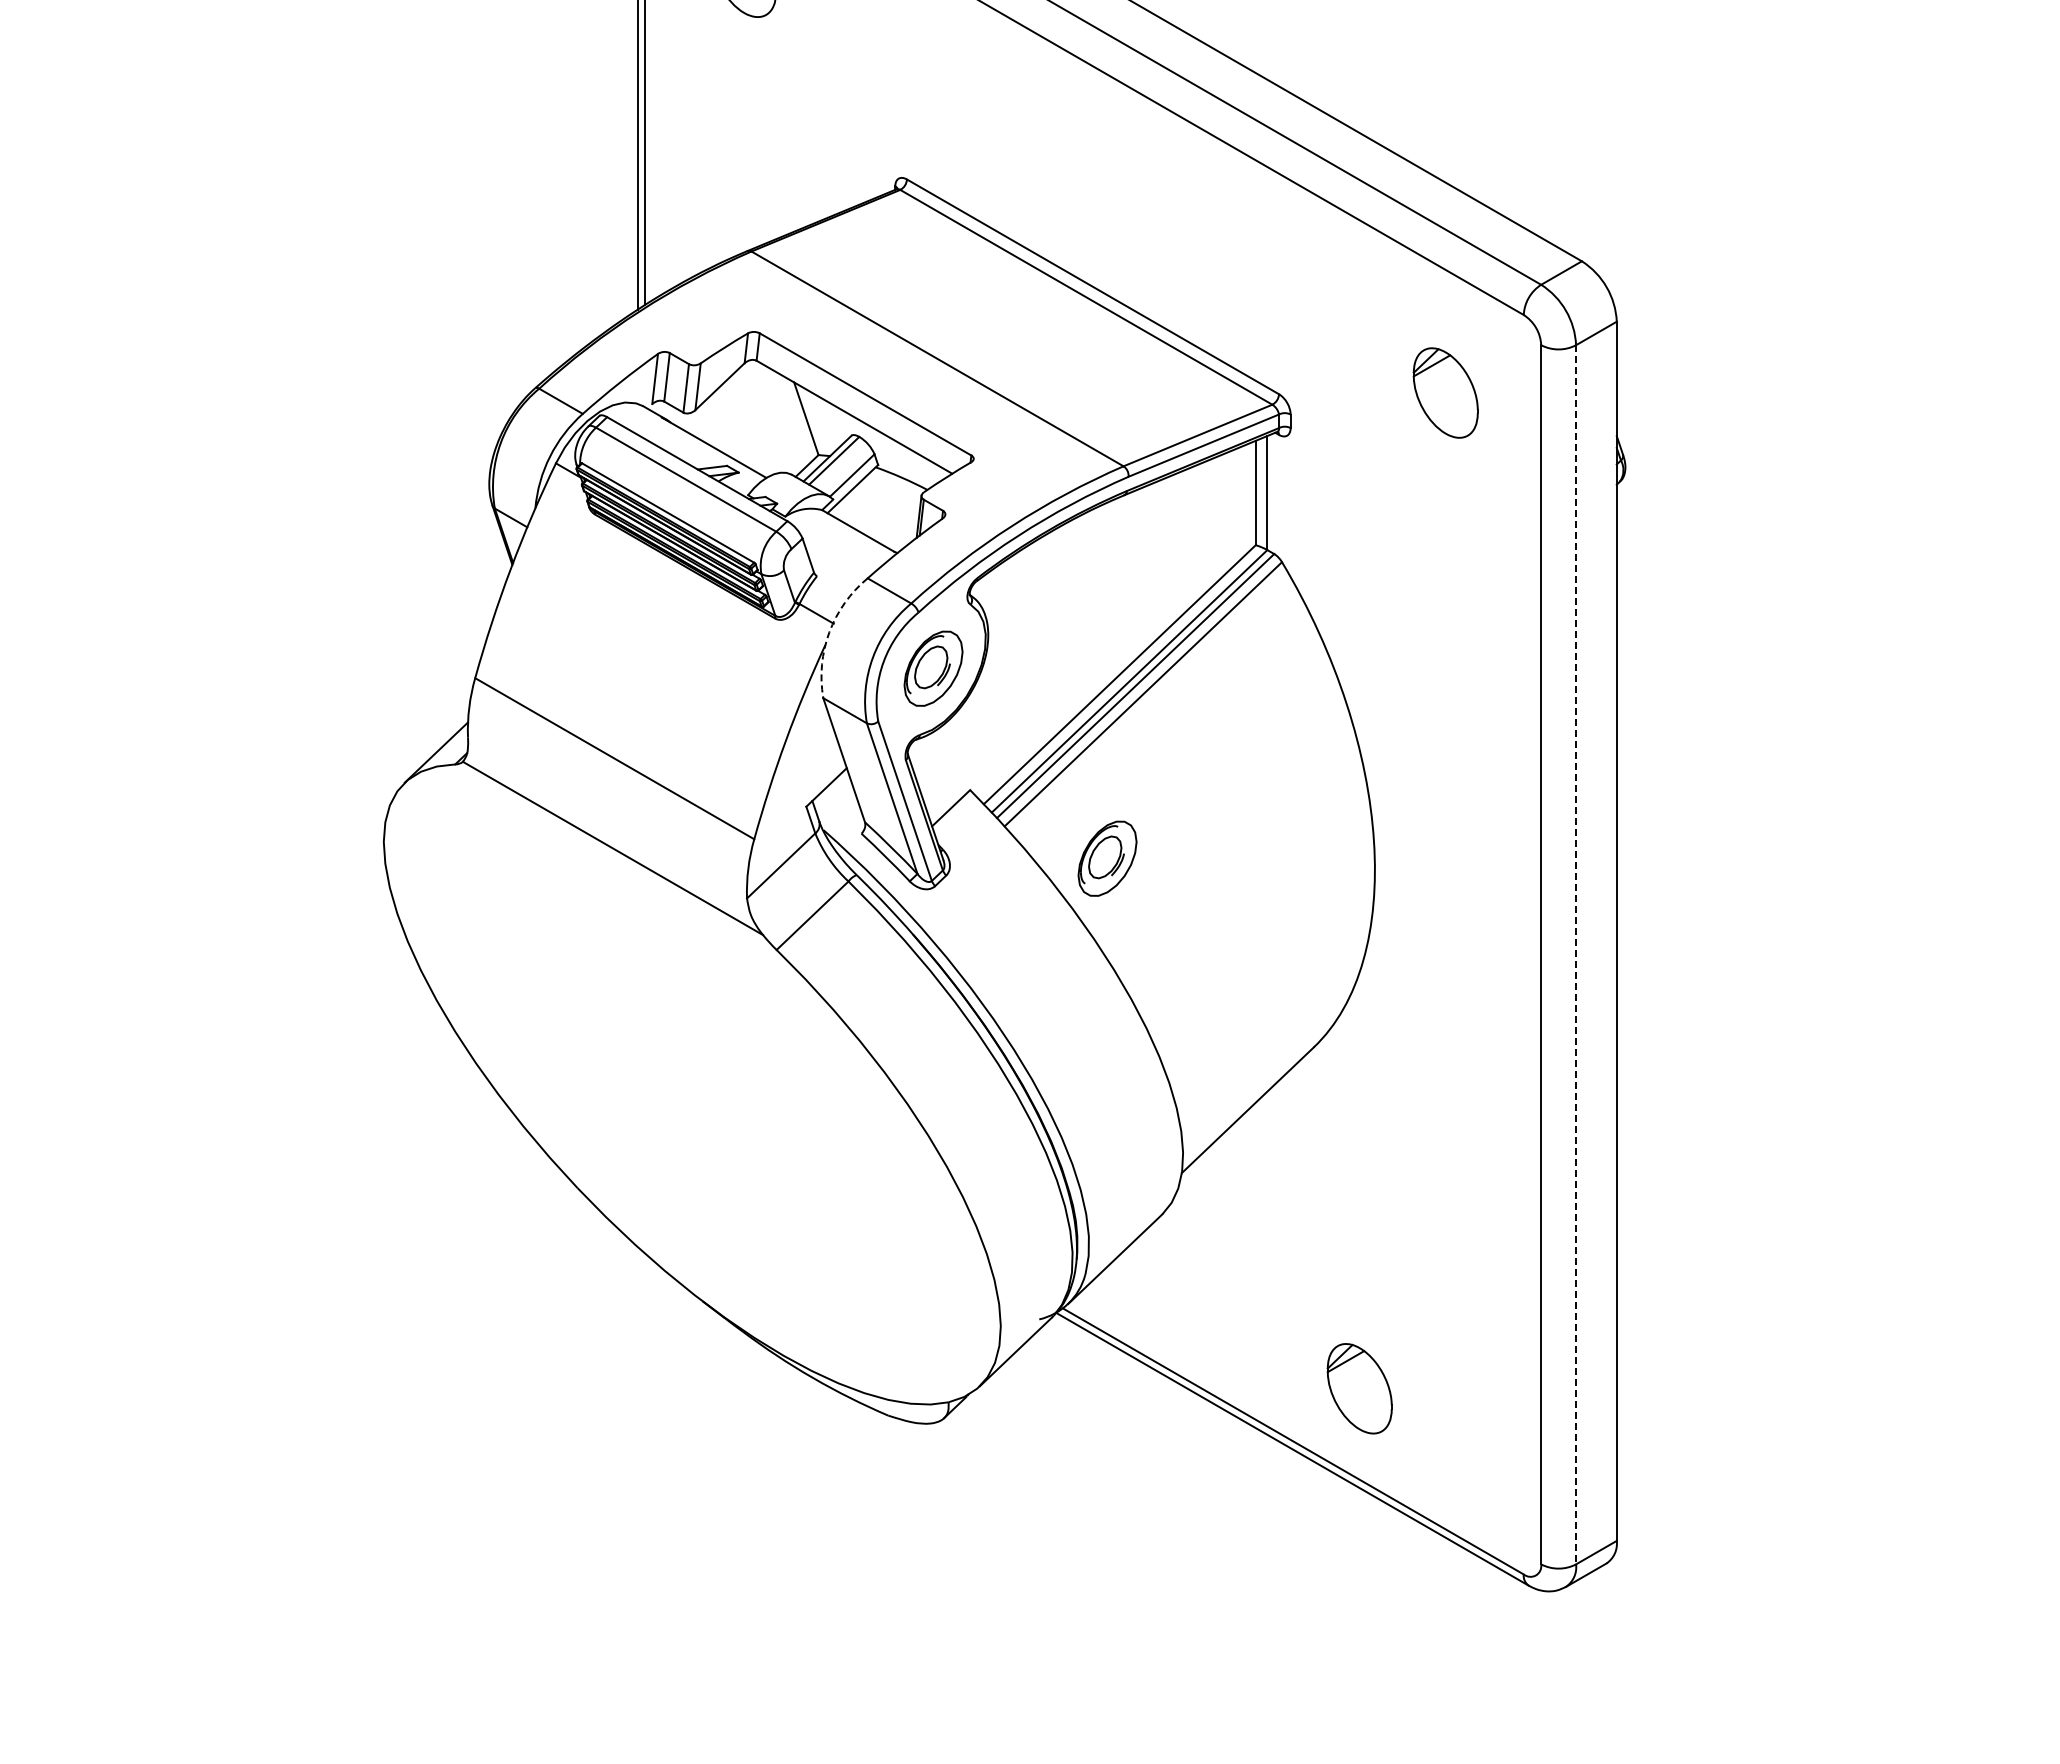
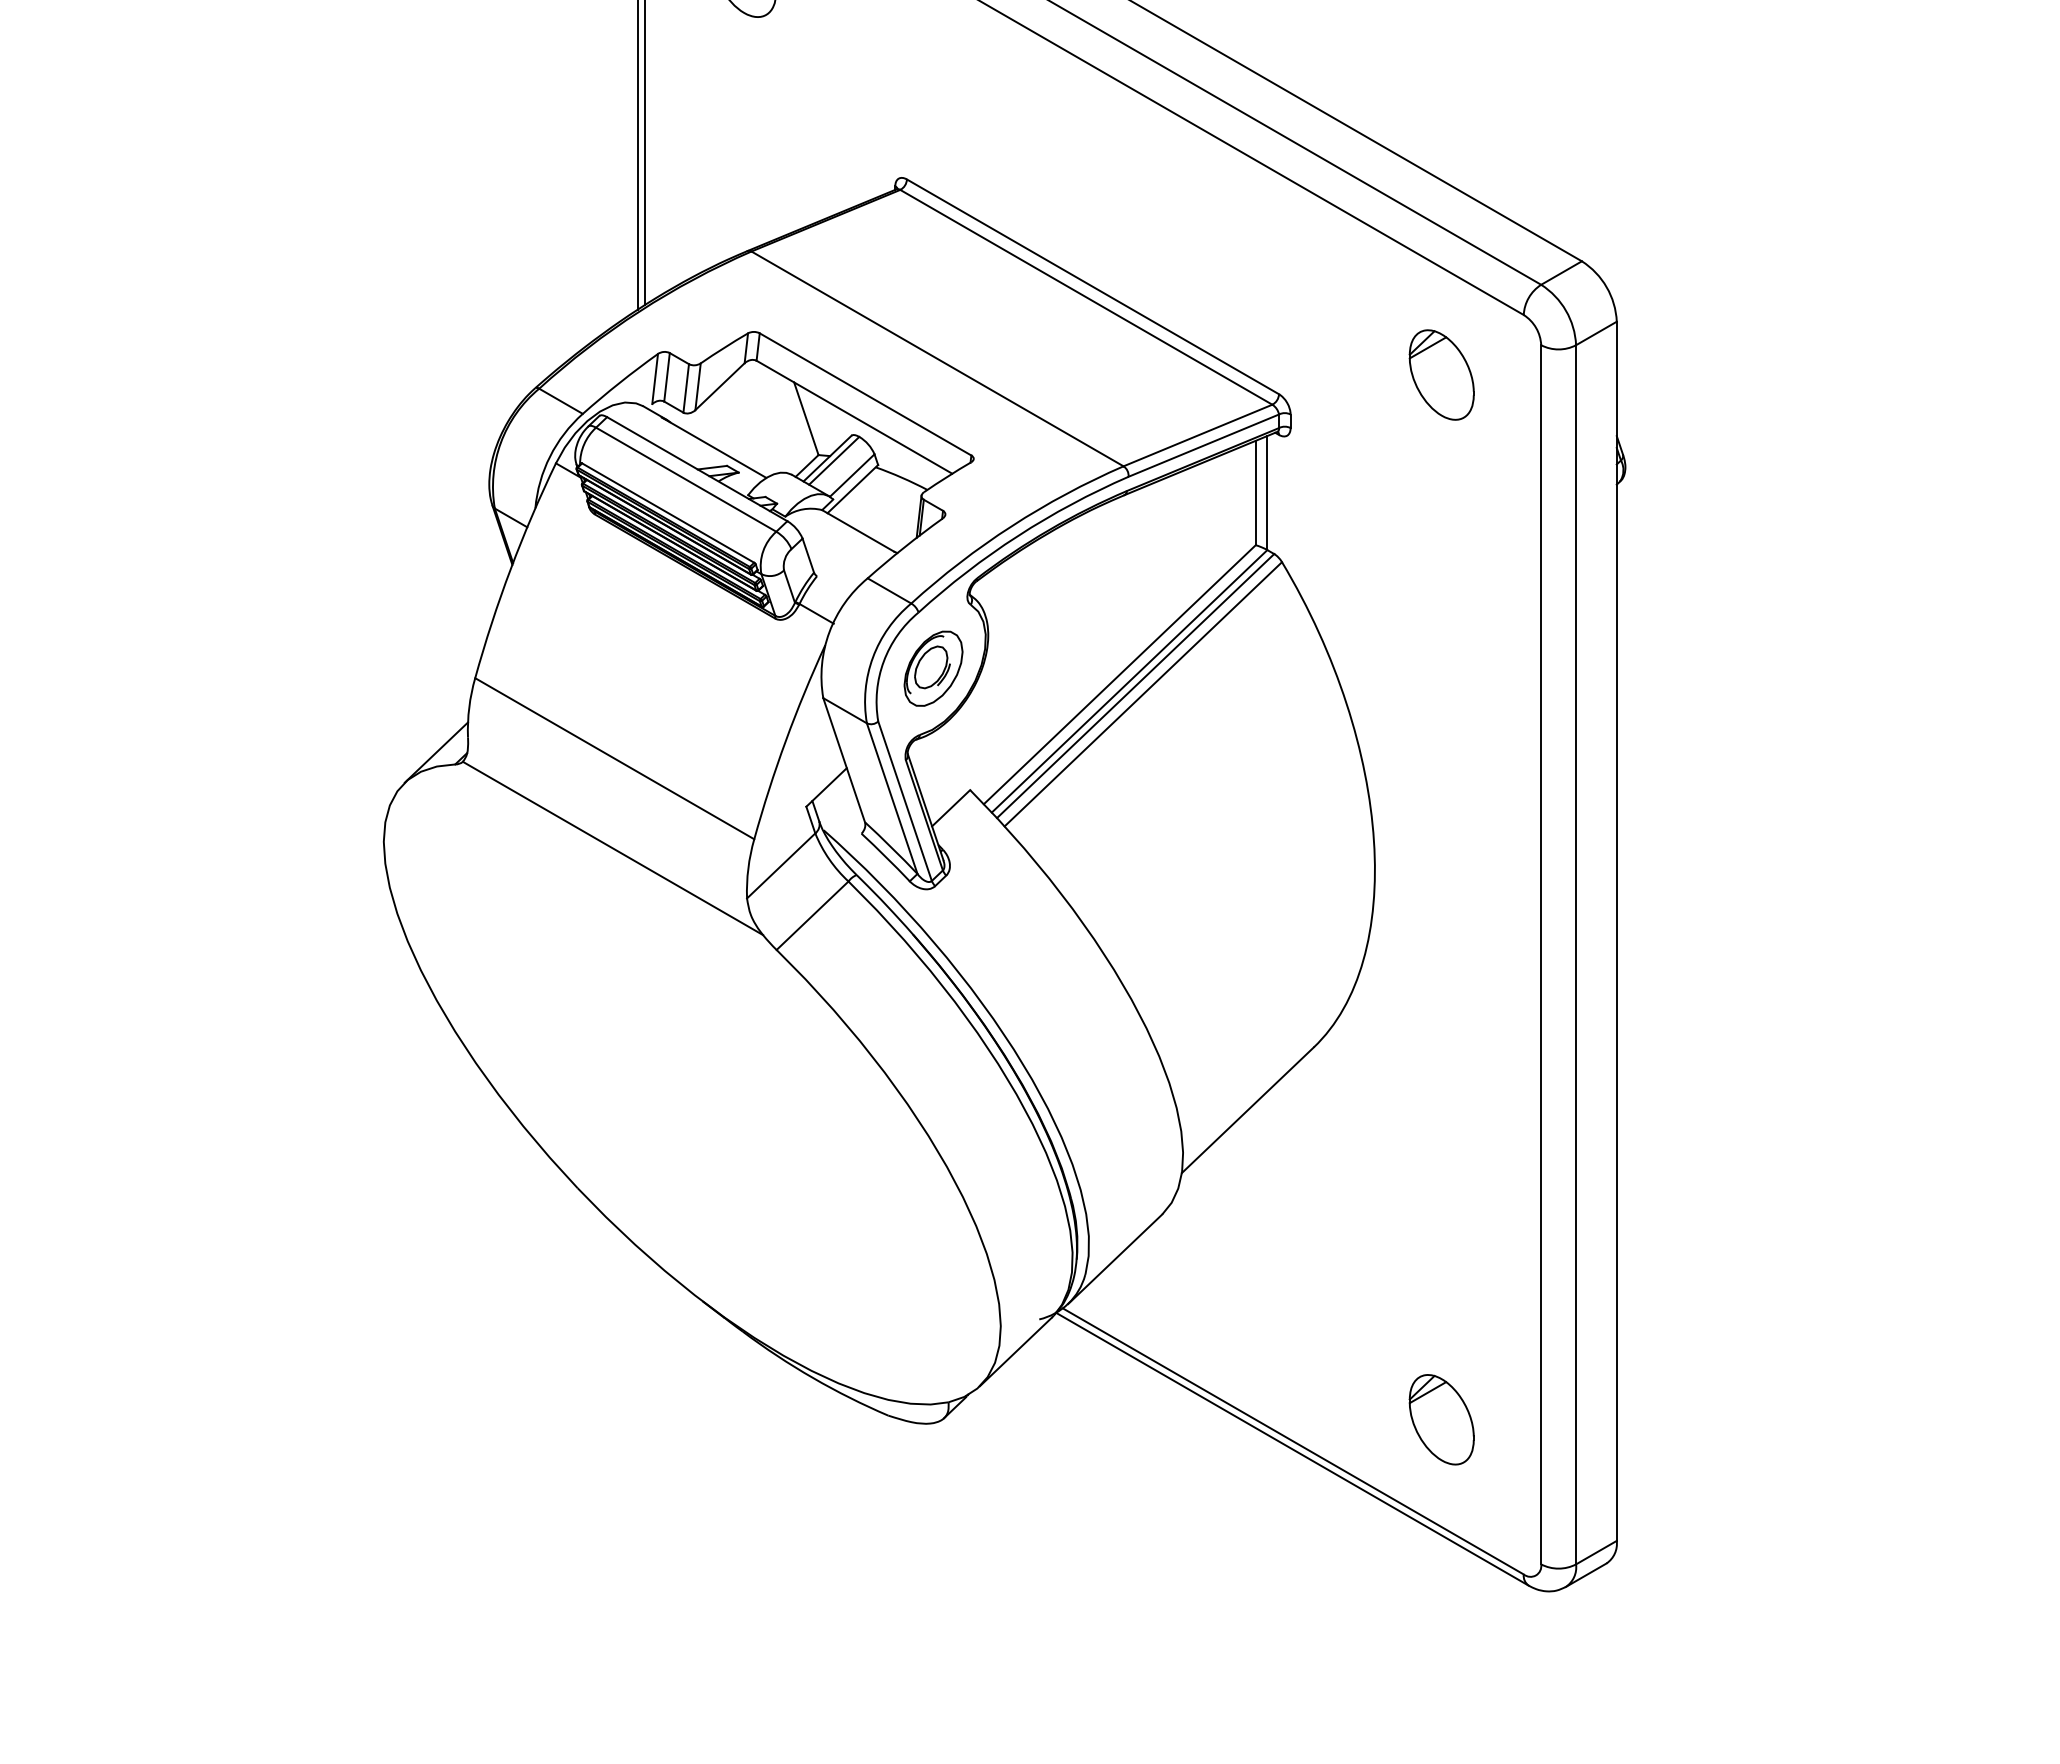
part at (1445, 392) position: (1445, 392) -> (1441, 374)
arc at (829, 632): dashed -> solid
part at (1107, 858): present -> none
line at (1576, 954): dashed -> solid
part at (1359, 1388) position: (1359, 1388) -> (1441, 1419)
